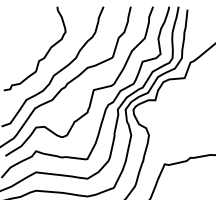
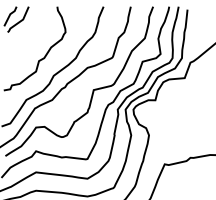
part at (16, 19): none -> present
